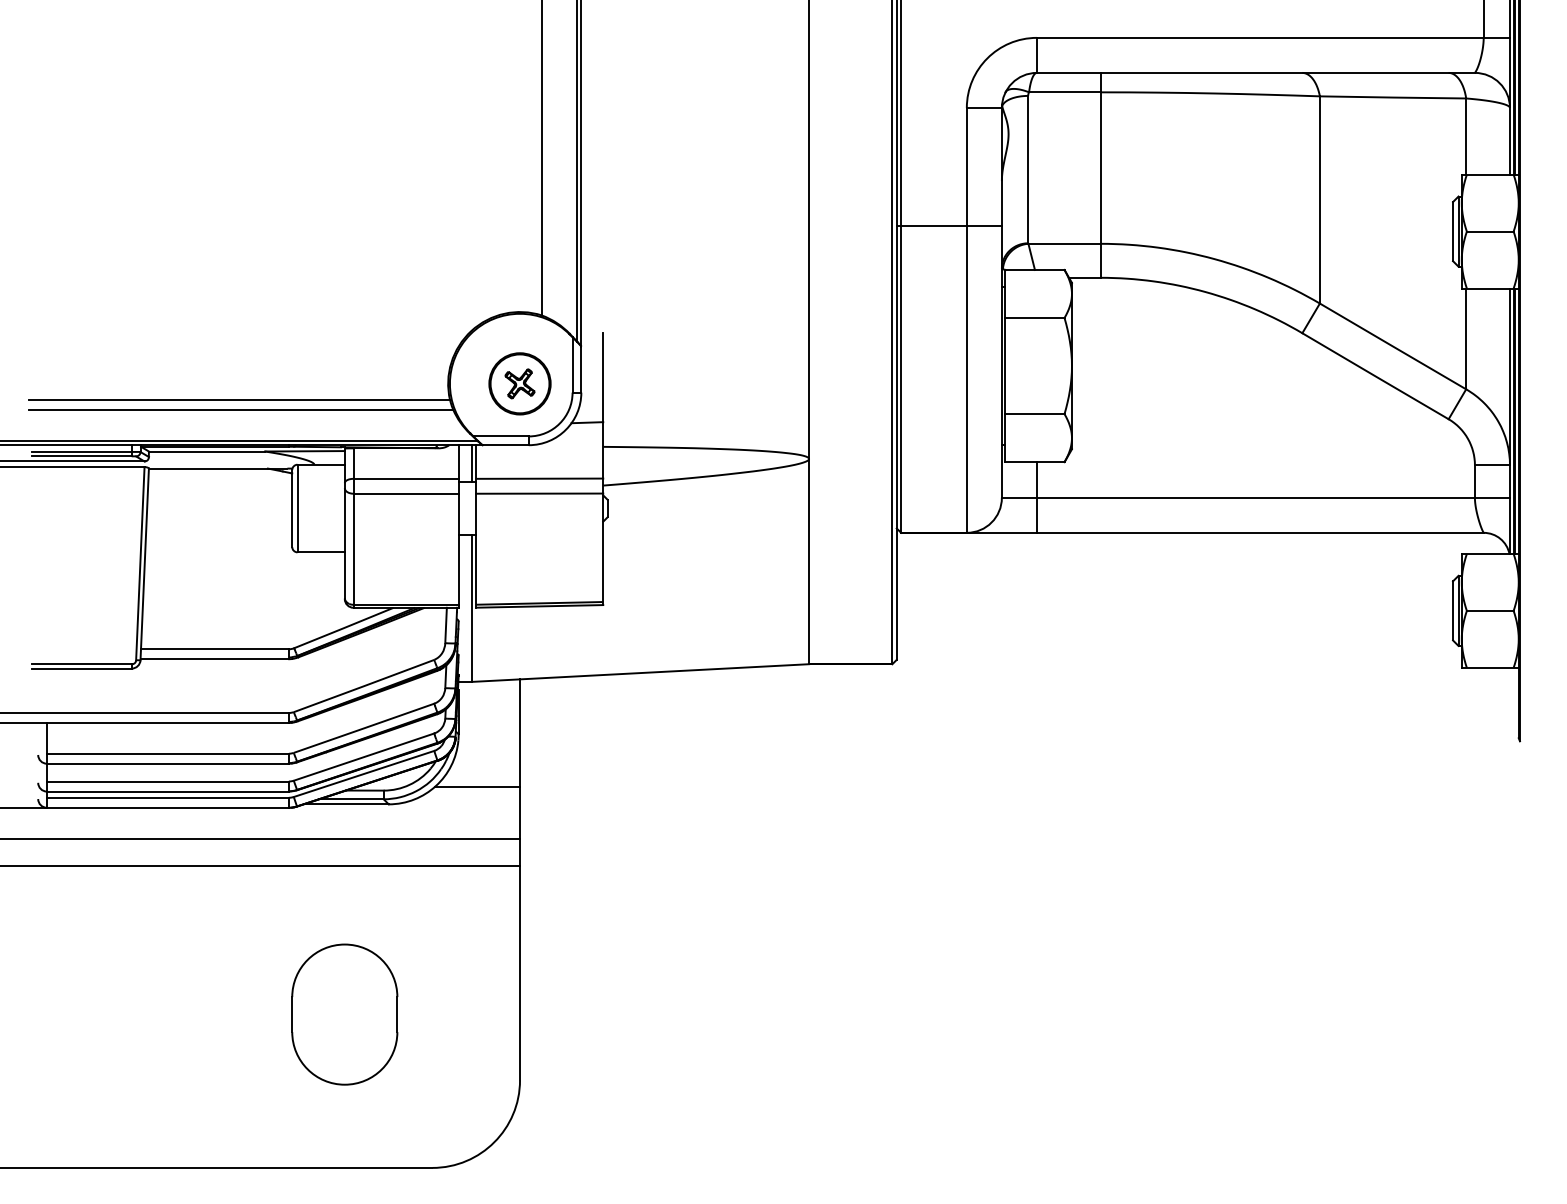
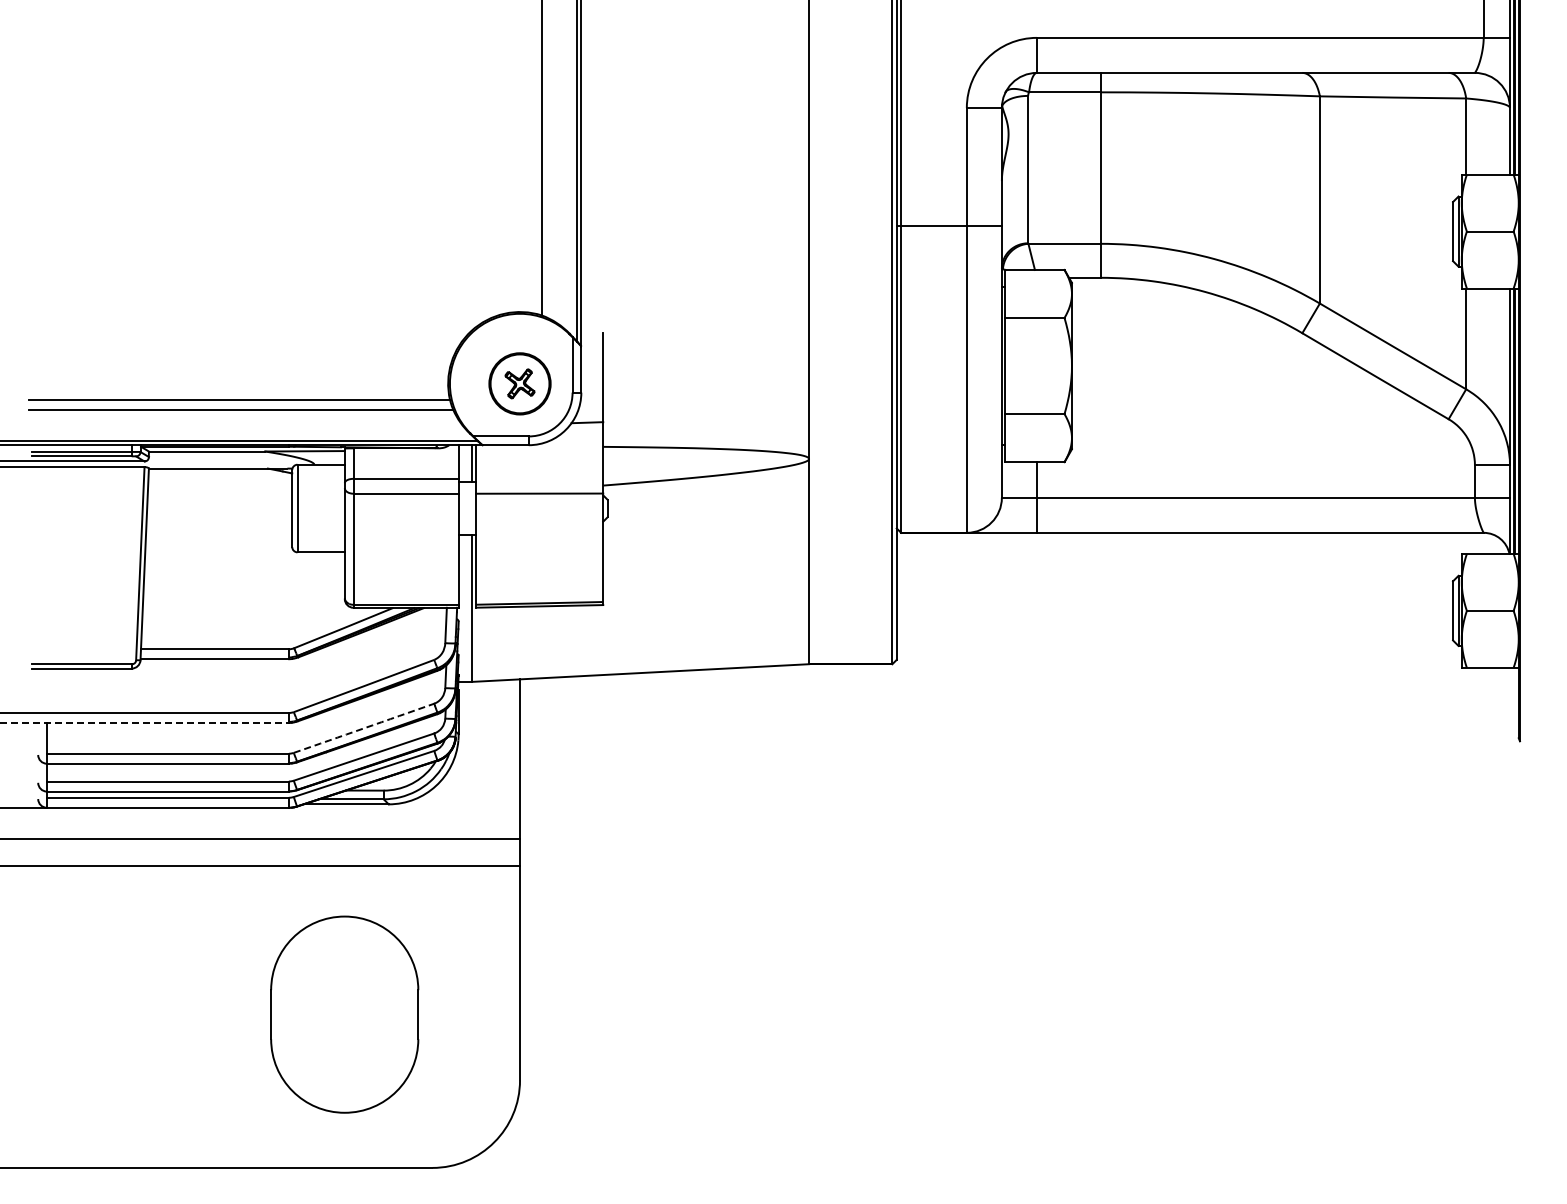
line at (539, 478): present -> none
line at (144, 723): solid -> dashed
arc at (364, 728): solid -> dashed
line at (477, 786): present -> none
part at (344, 1014) size: 108x143 px -> 150x199 px
